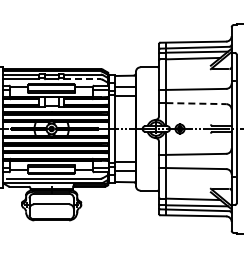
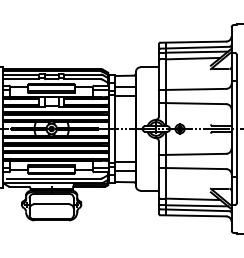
line at (82, 79): dashed -> solid
line at (196, 103): dashed -> solid
